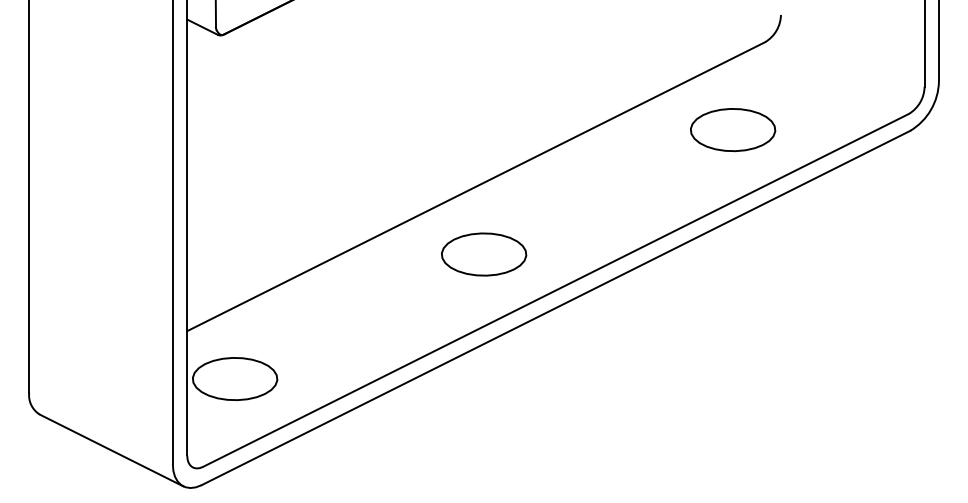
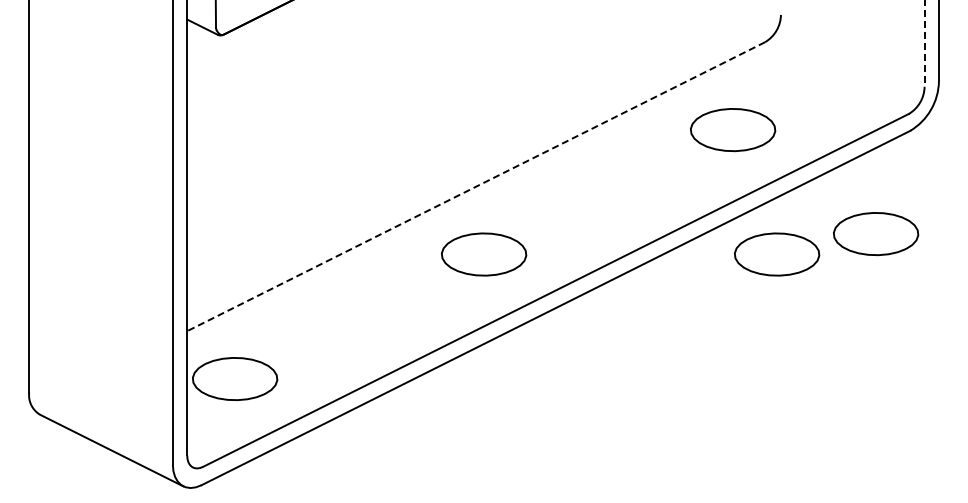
line at (924, 43): solid -> dashed
line at (475, 186): solid -> dashed
part at (876, 234): none -> present
part at (777, 254): none -> present
